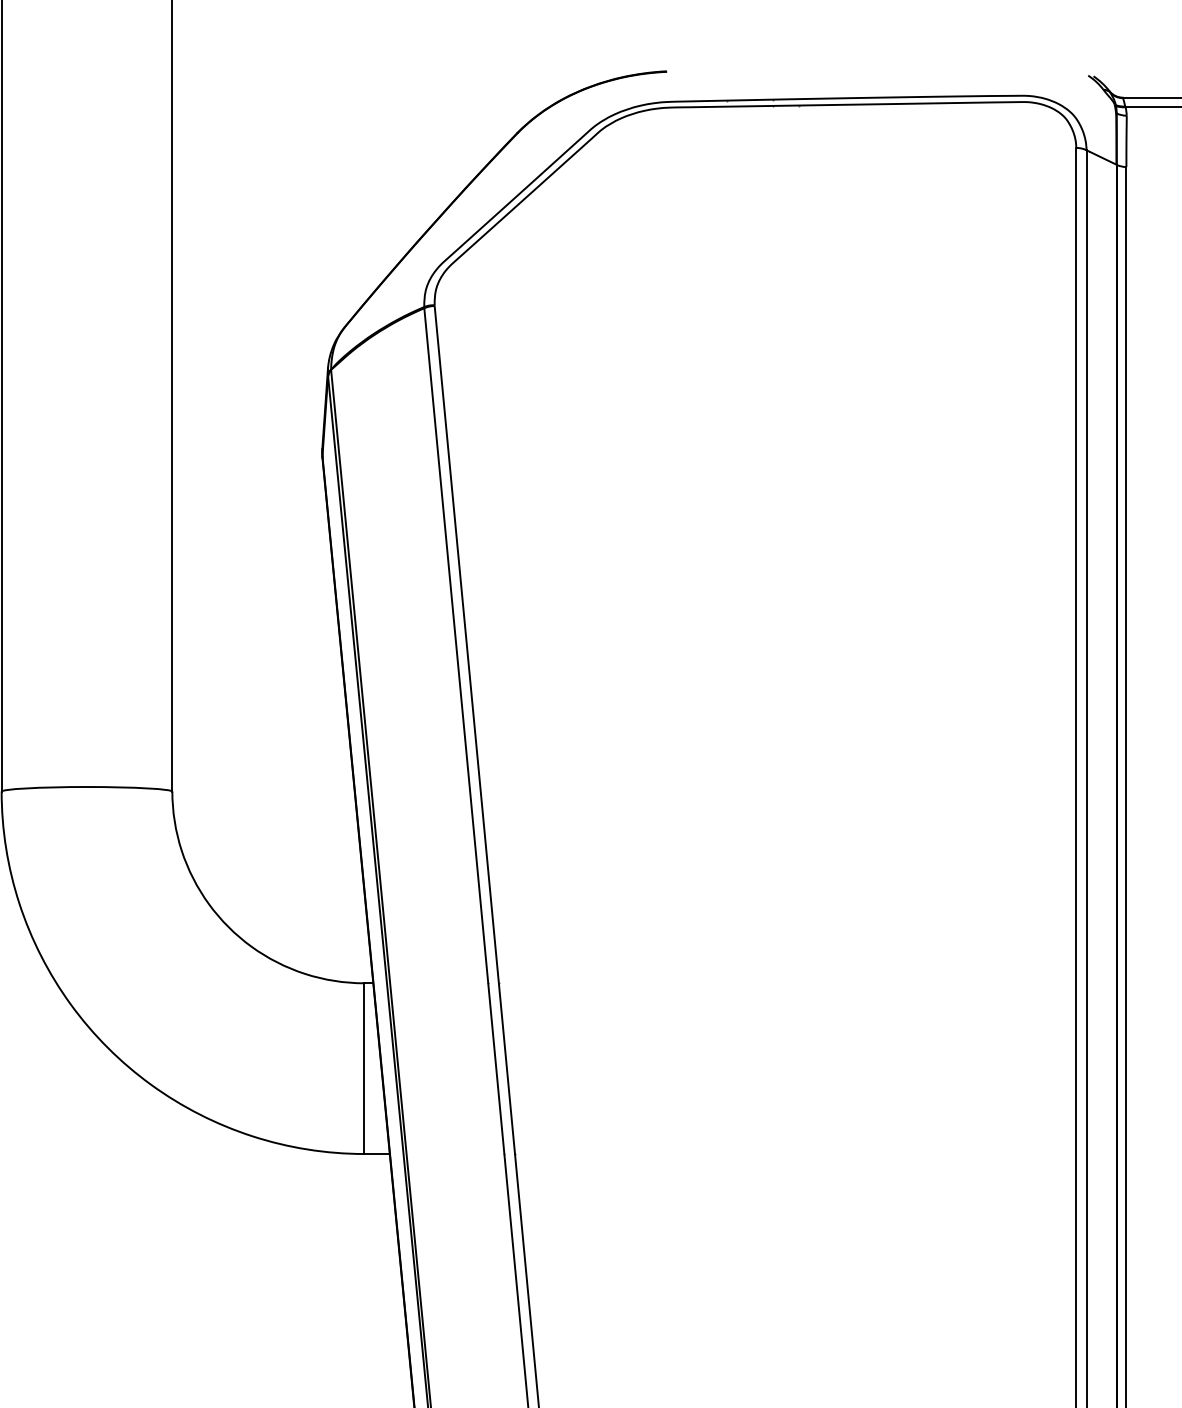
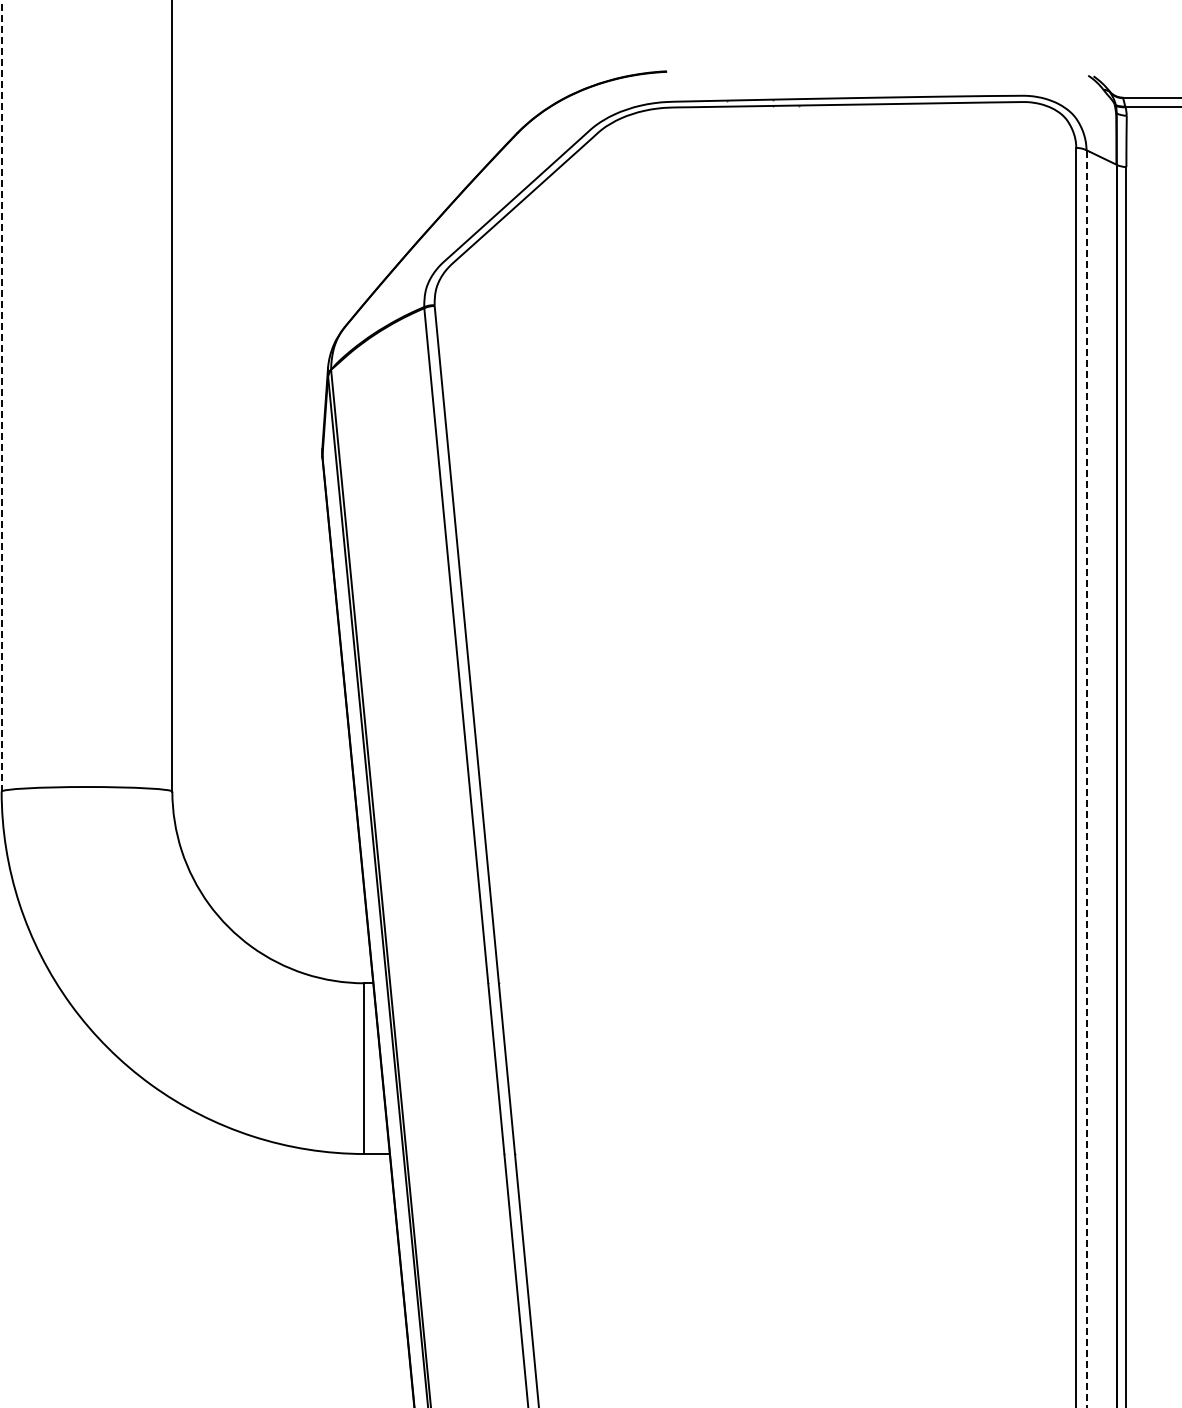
line at (1, 395): solid -> dashed
line at (1086, 778): solid -> dashed
